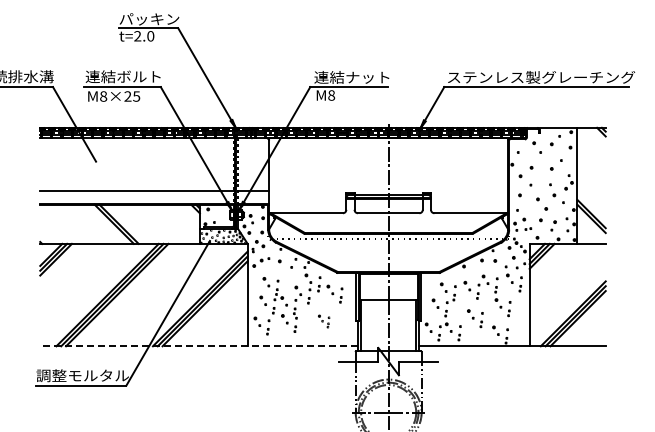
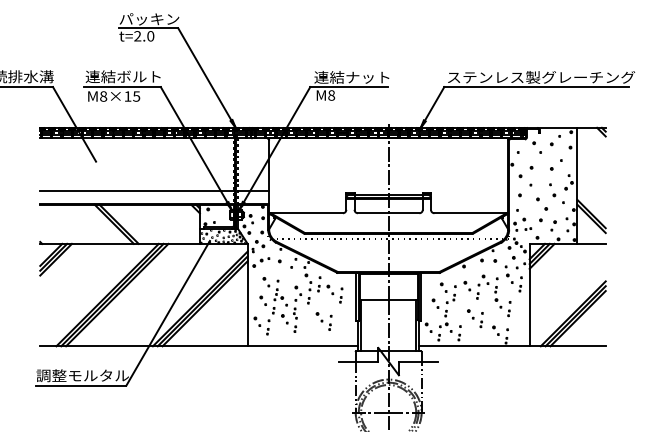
text at (127, 96): M8×25 -> M8×15
part at (324, 321) size: 13x15 px -> 18x19 px
line at (198, 346): dashed -> solid
